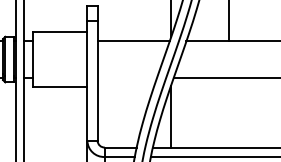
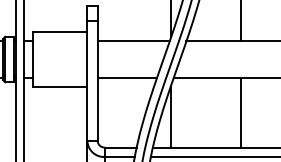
line at (228, 21) position: (228, 21) -> (240, 21)
line at (127, 77): none -> present
line at (240, 112): none -> present
